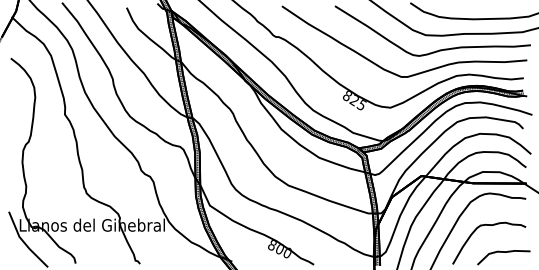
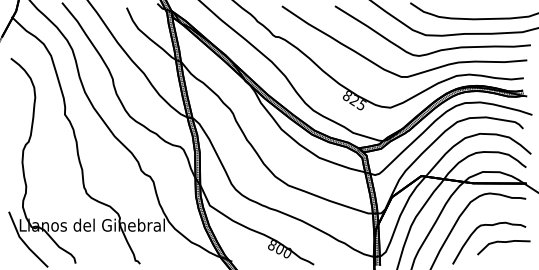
curve at (503, 252) position: (503, 252) -> (503, 242)
